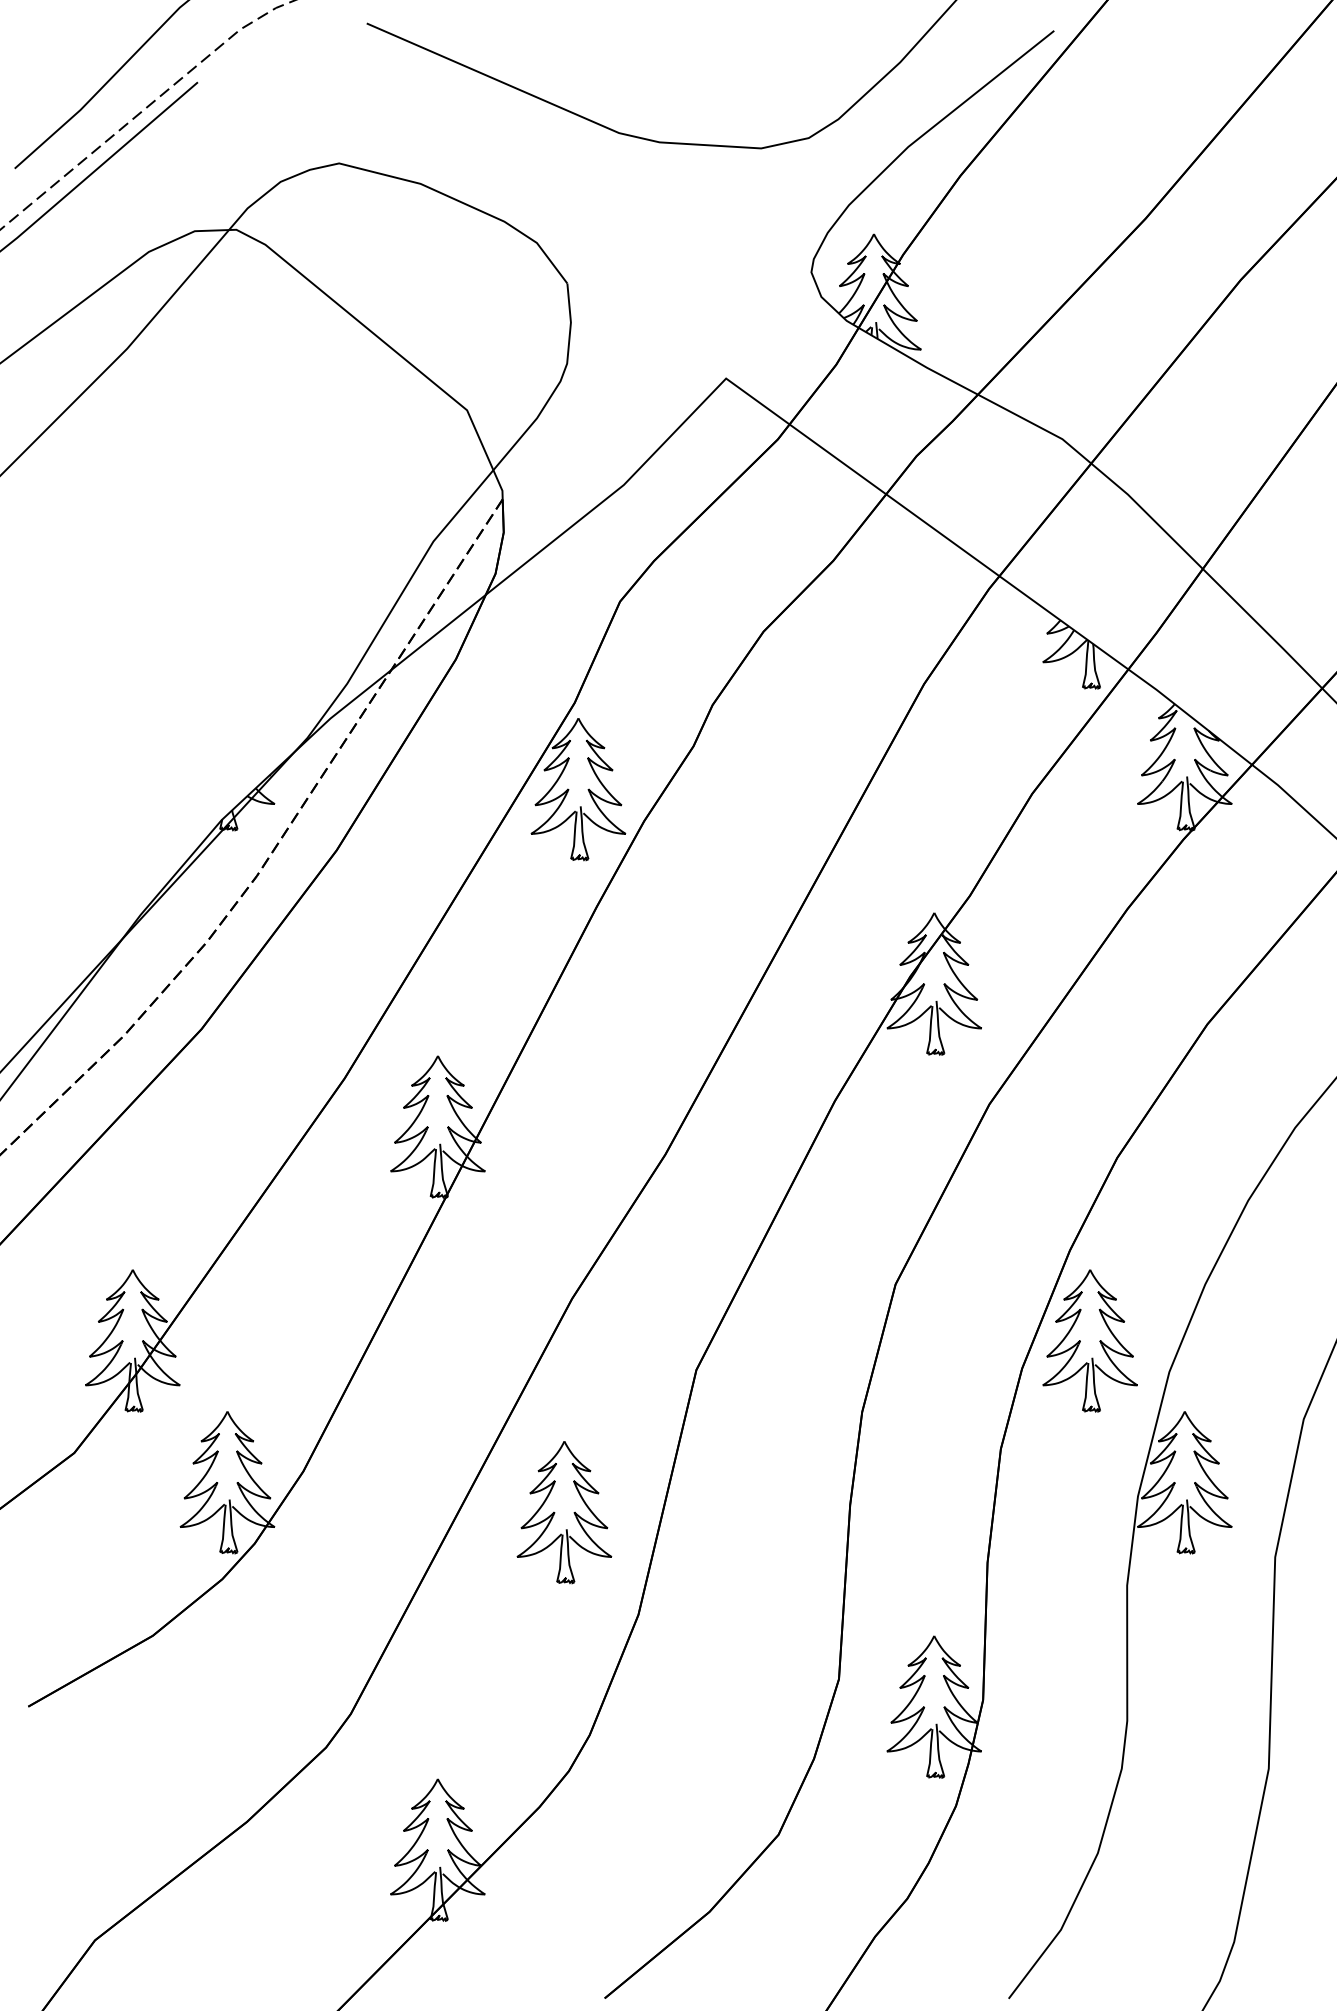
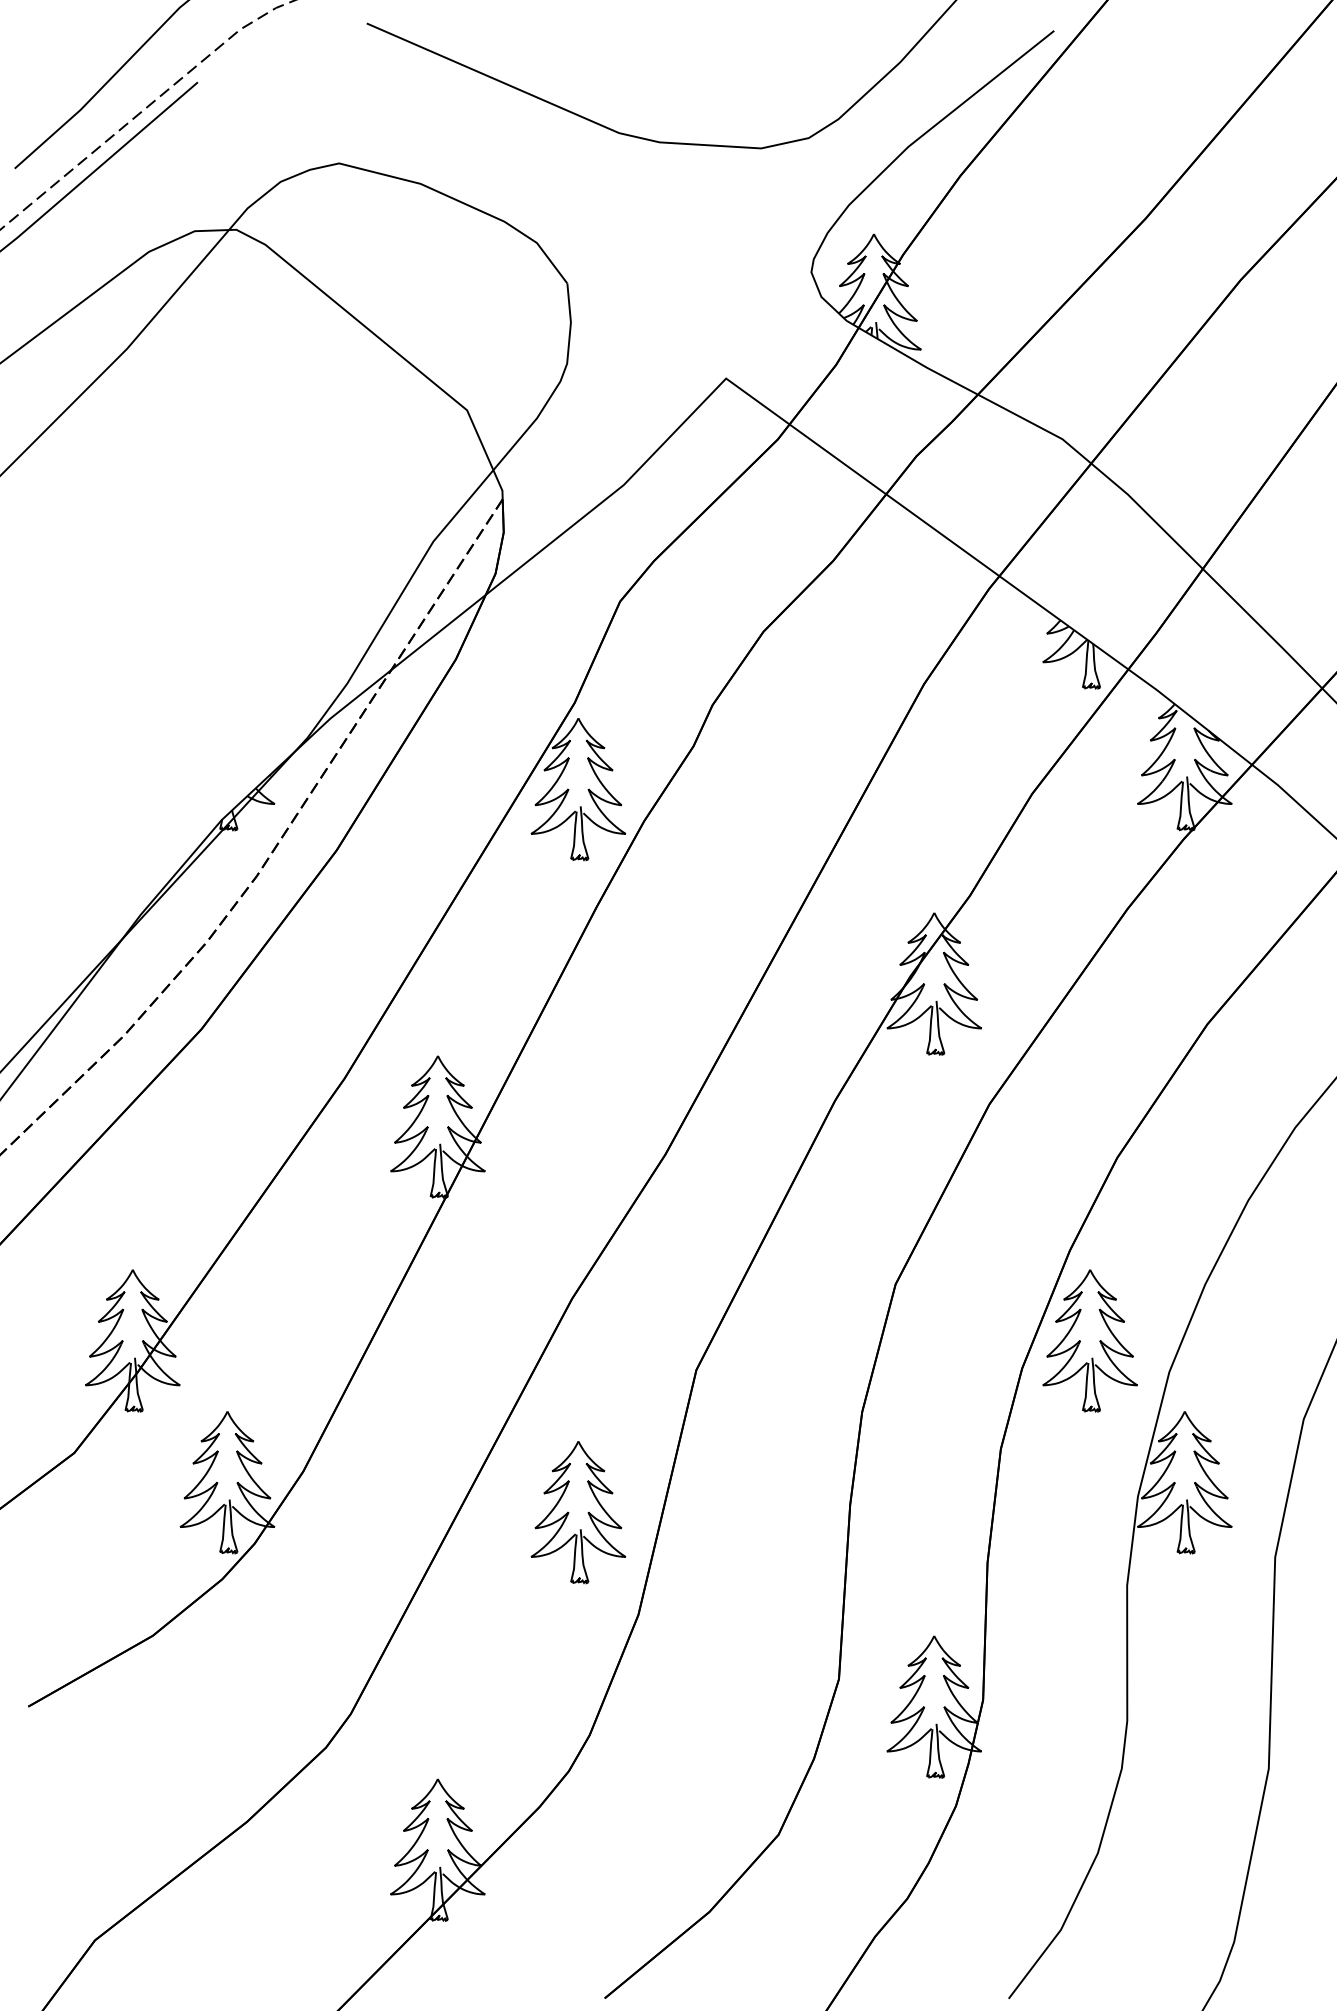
part at (564, 1512) position: (564, 1512) -> (578, 1512)
